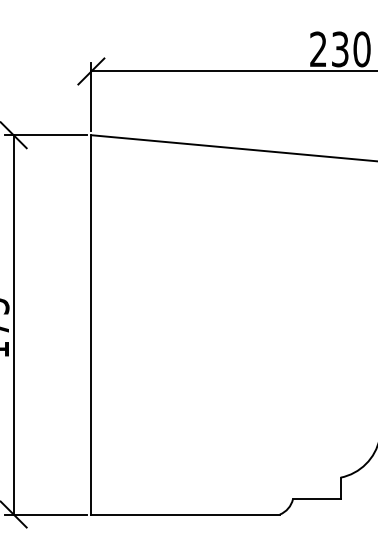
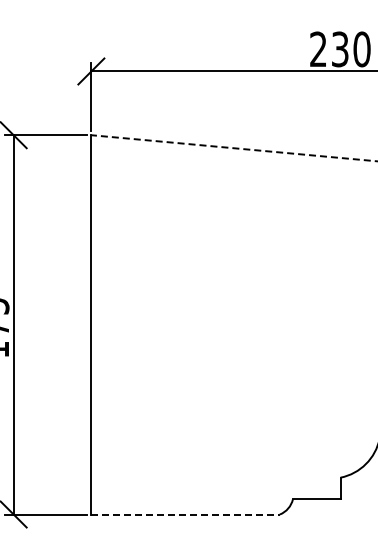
line at (234, 148): solid -> dashed
line at (186, 514): solid -> dashed
